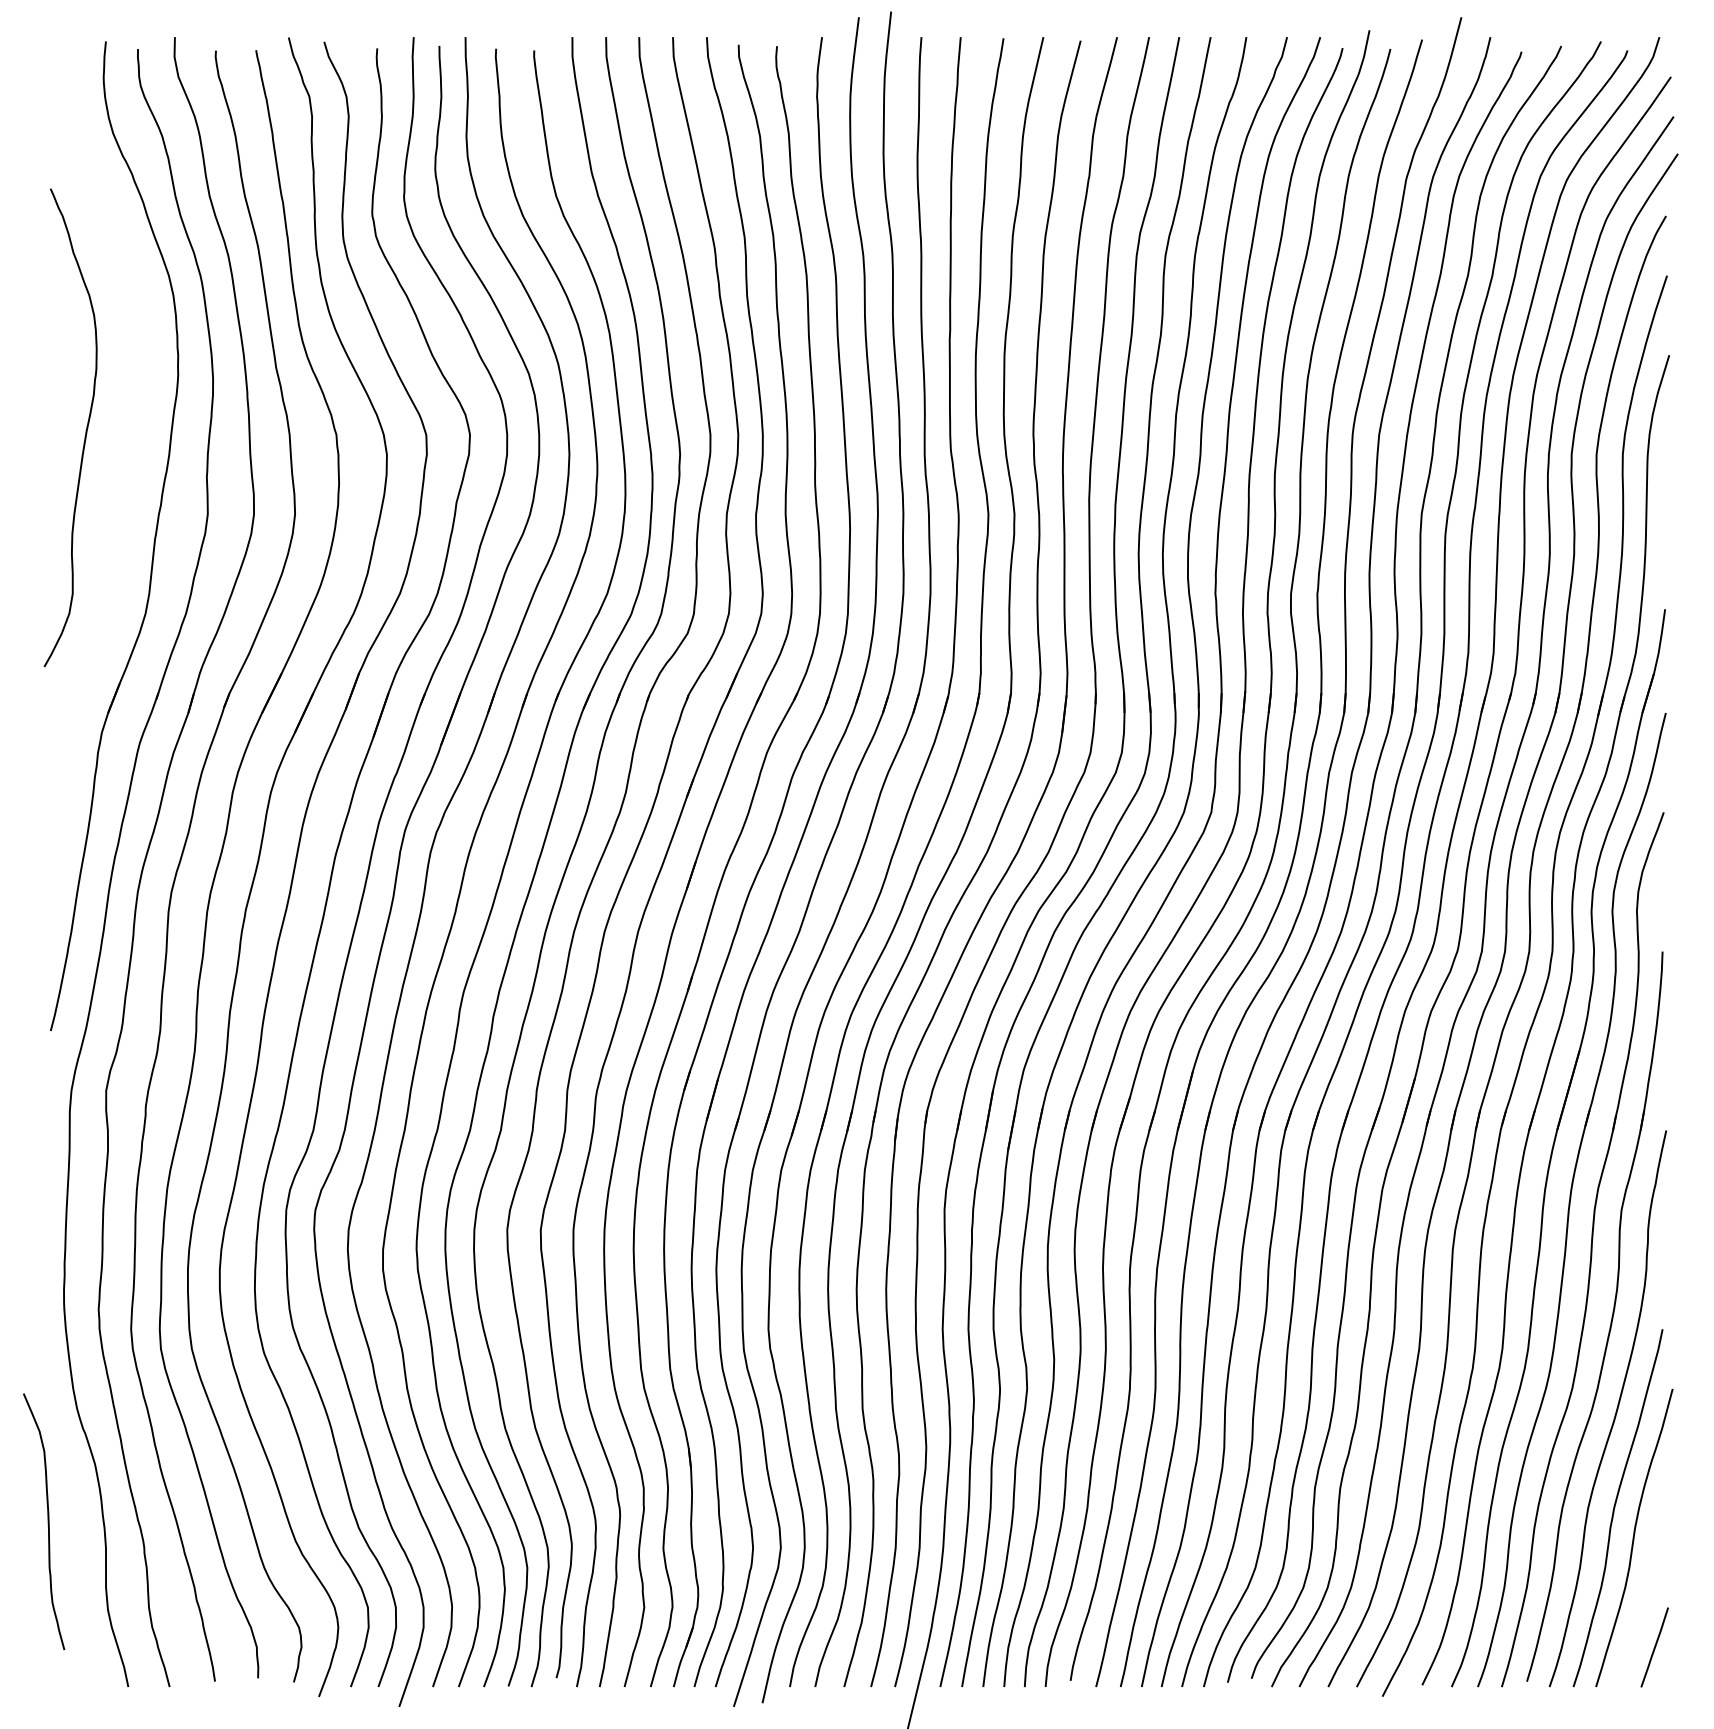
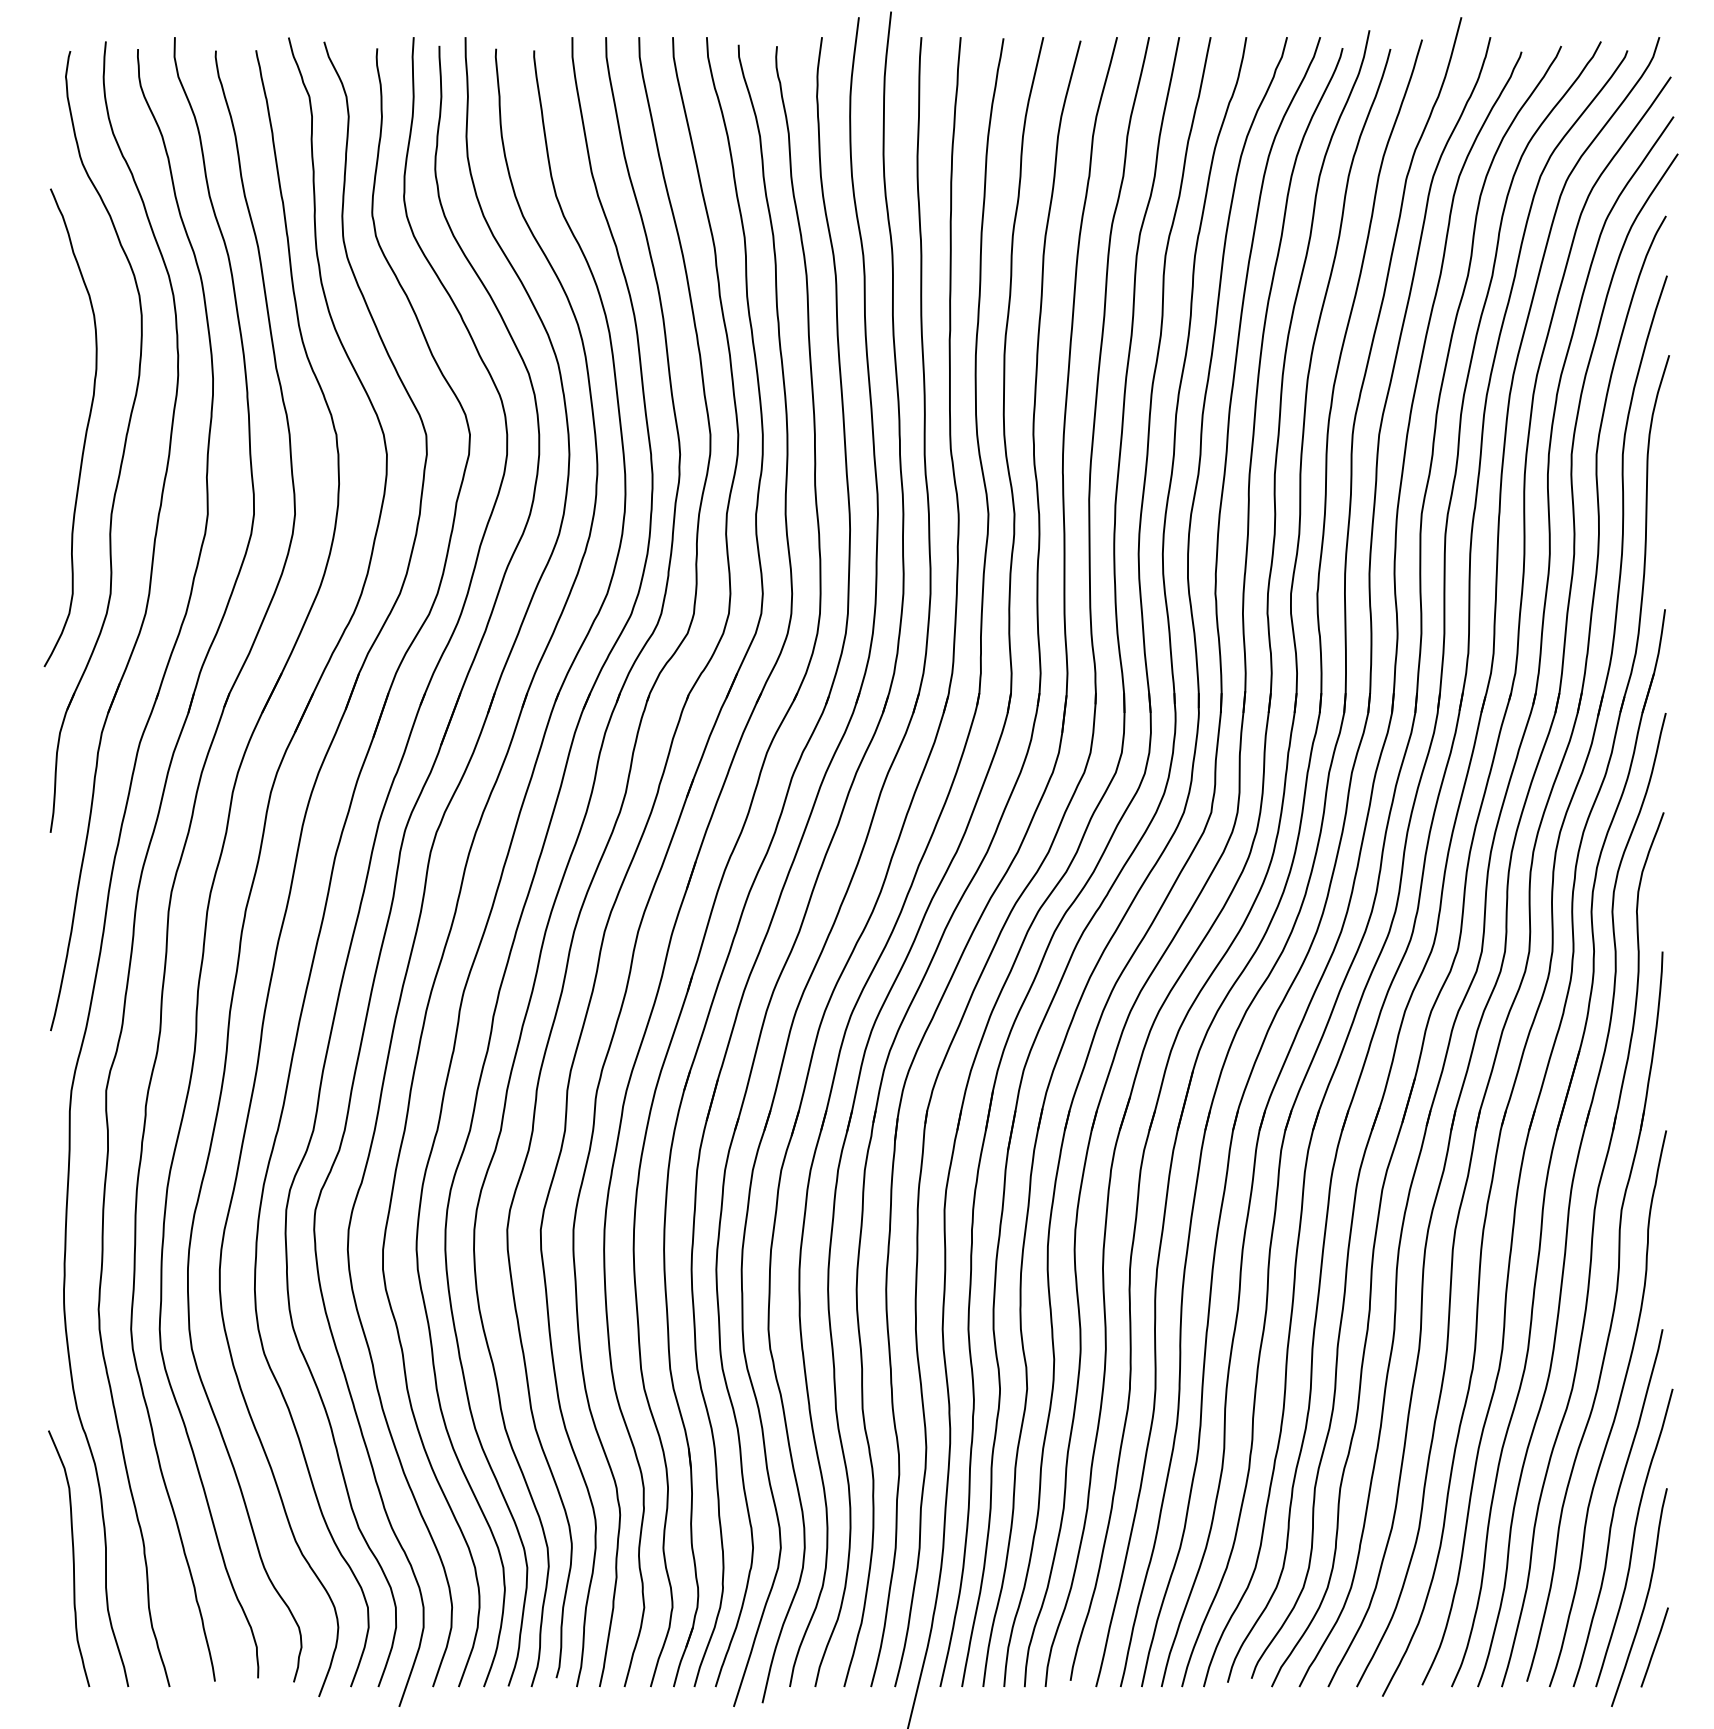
part at (123, 446): none -> present
curve at (47, 1521) position: (47, 1521) -> (72, 1558)
curve at (1645, 1598): none -> present
